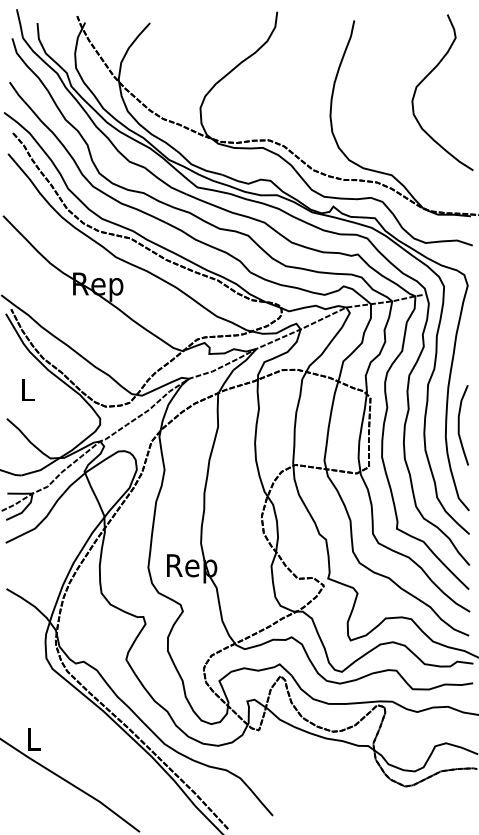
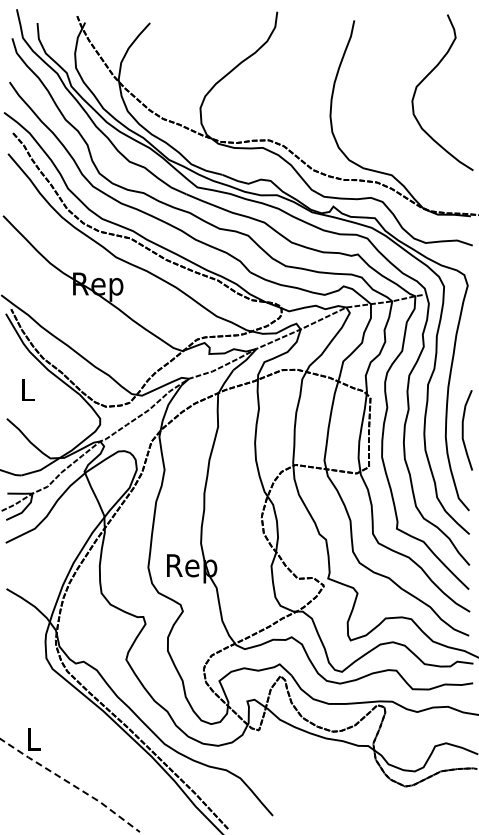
curve at (459, 425) position: (459, 425) -> (463, 430)
line at (71, 784): solid -> dashed
